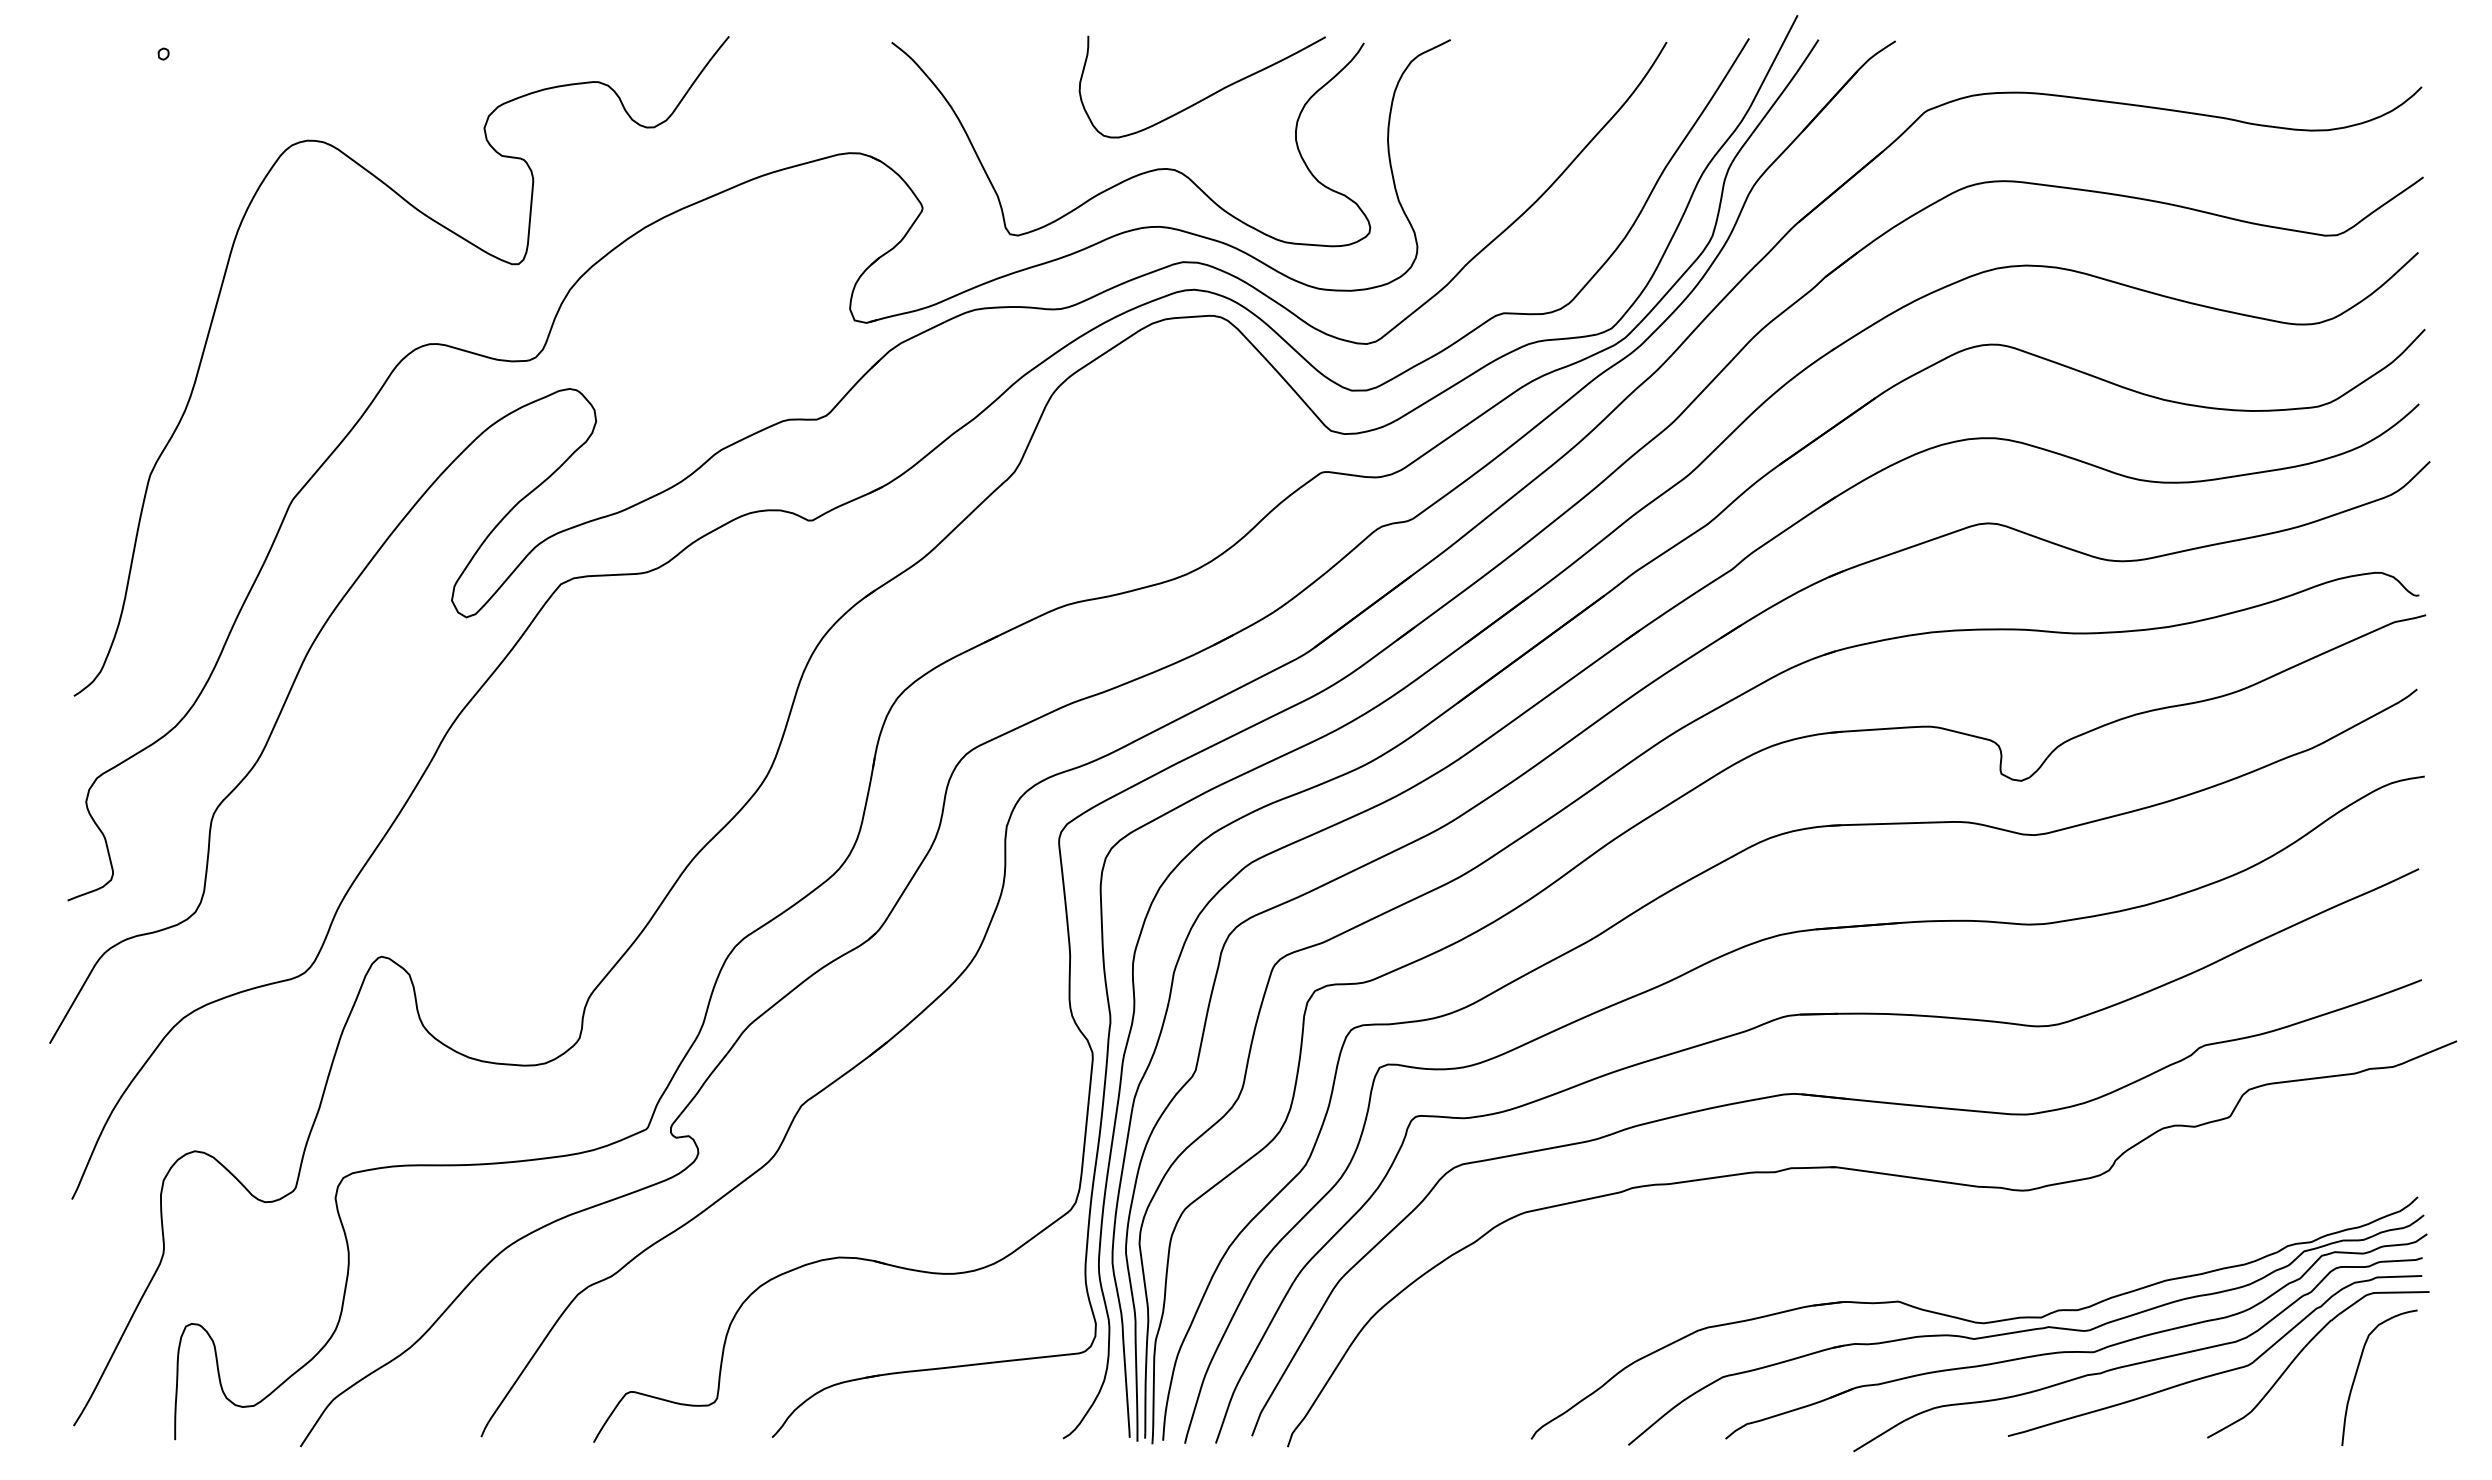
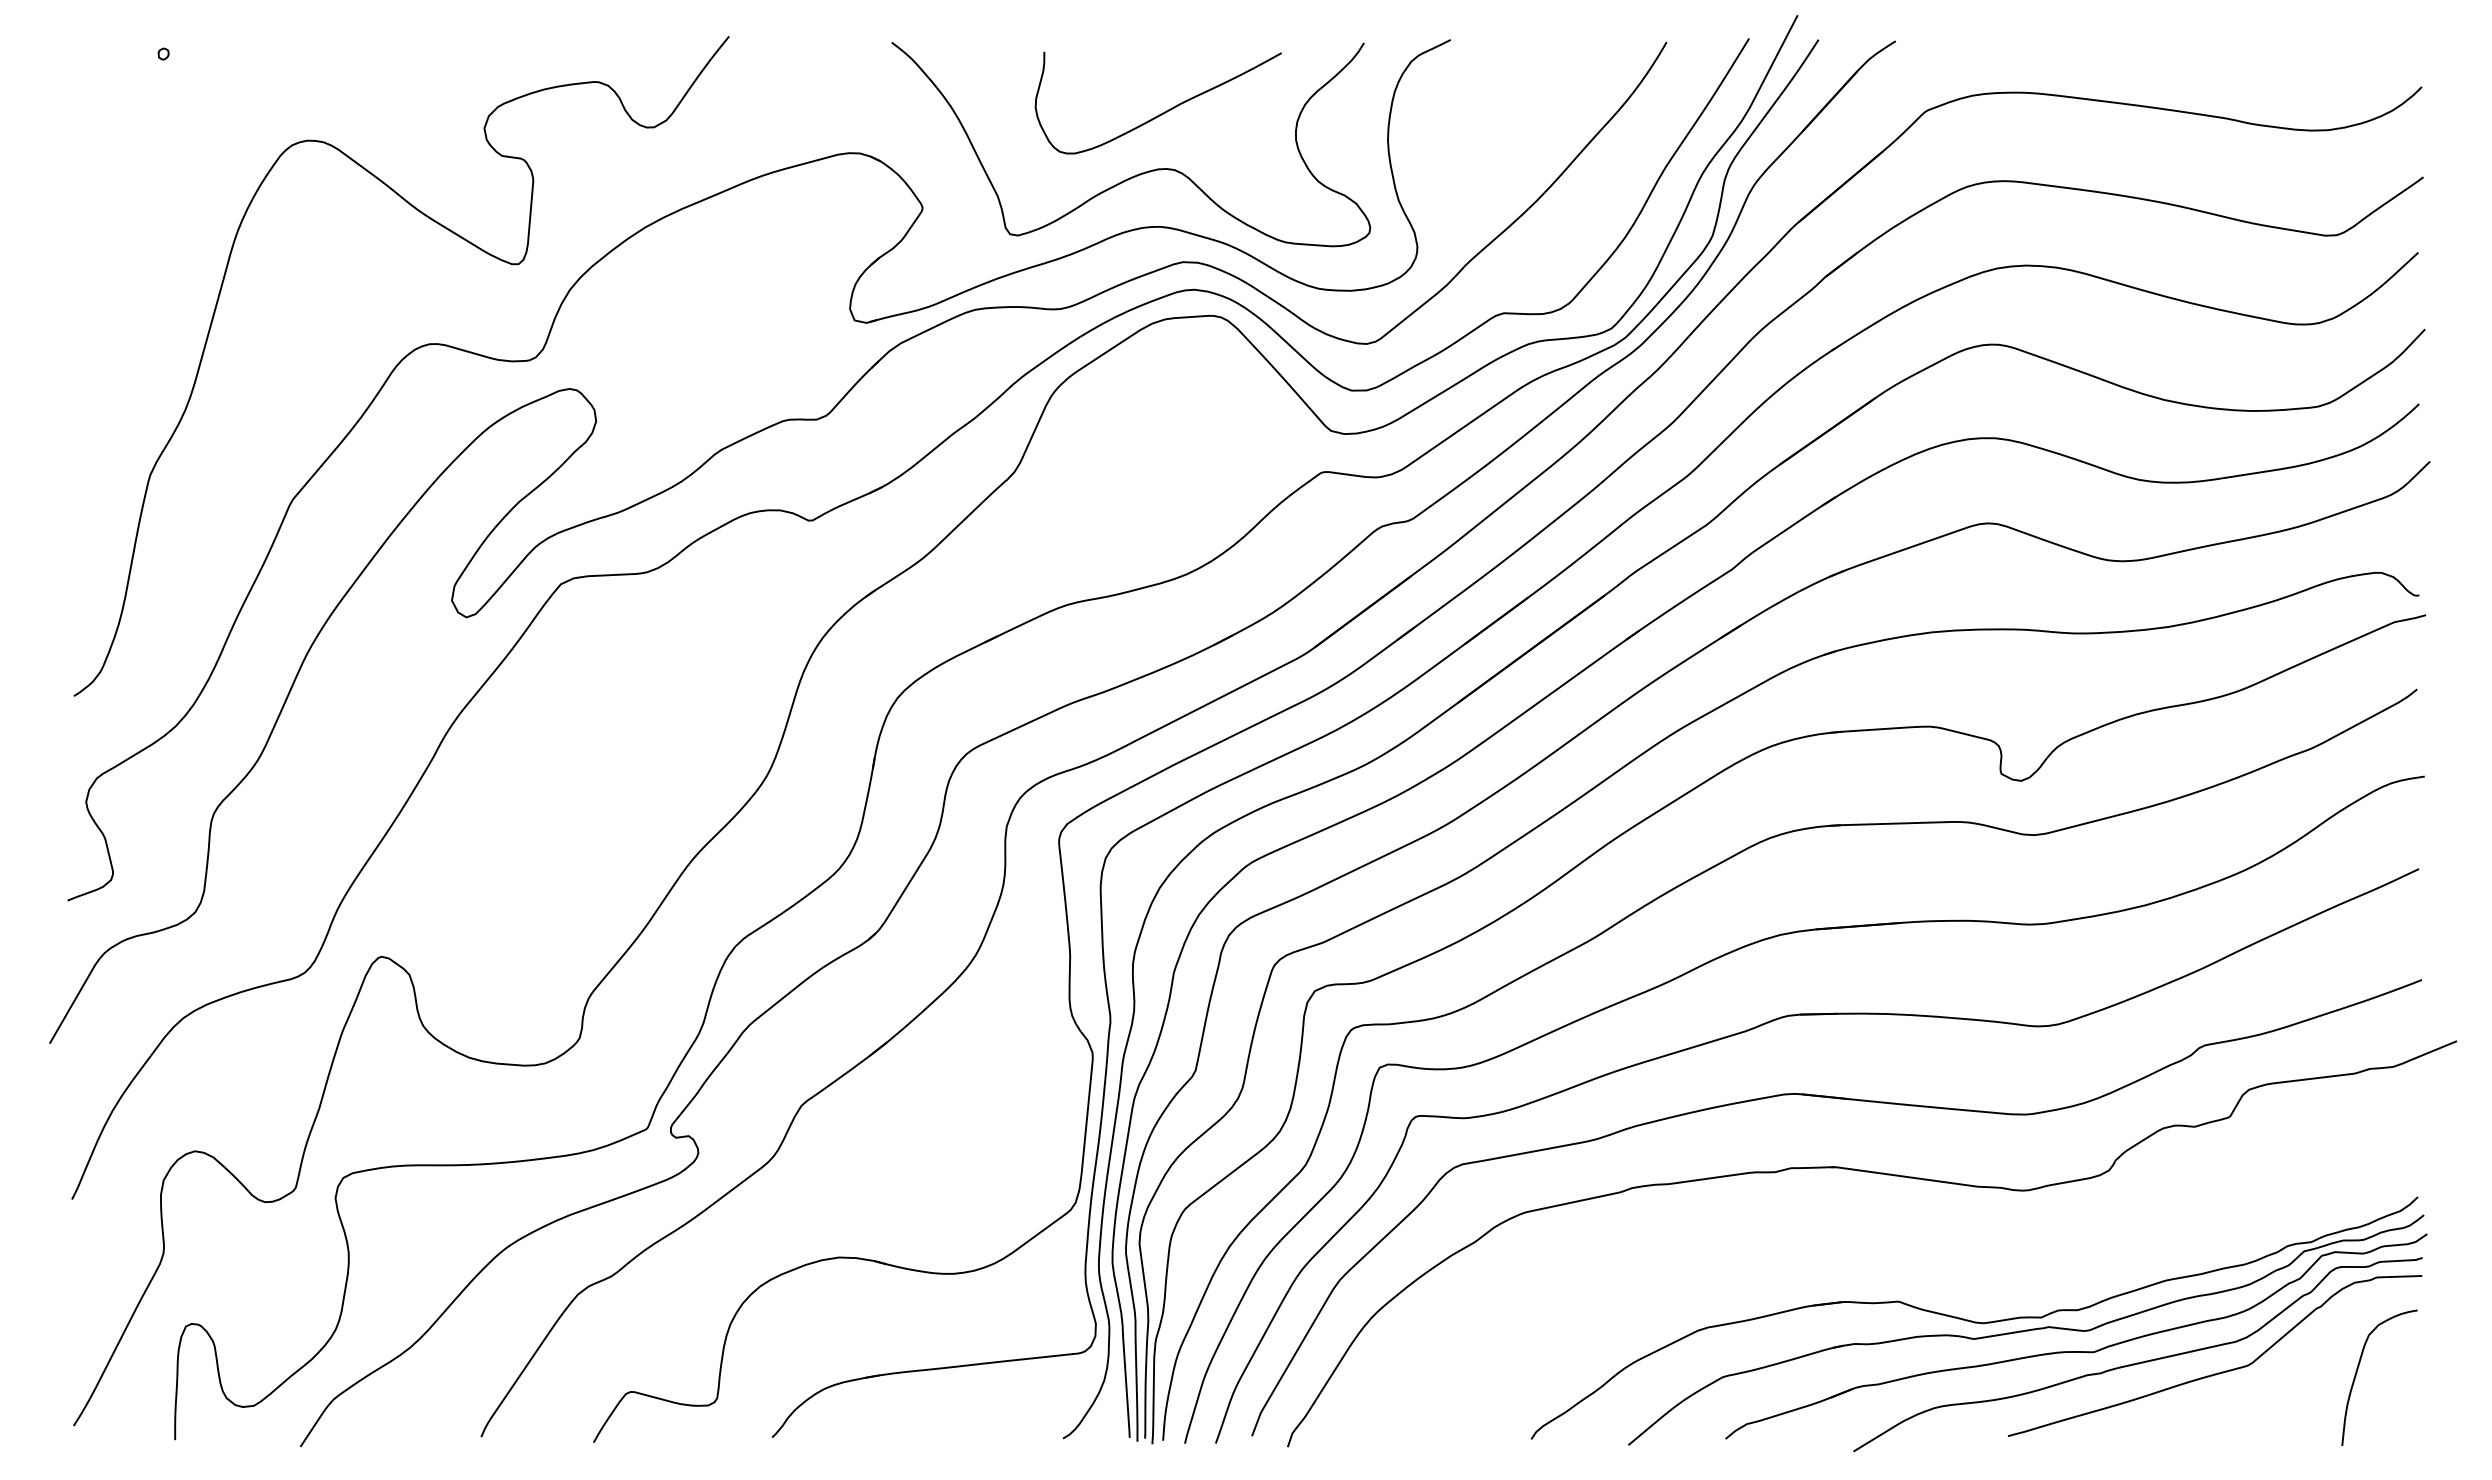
curve at (1206, 96) position: (1206, 96) -> (1162, 112)
curve at (2304, 1349): present -> none
